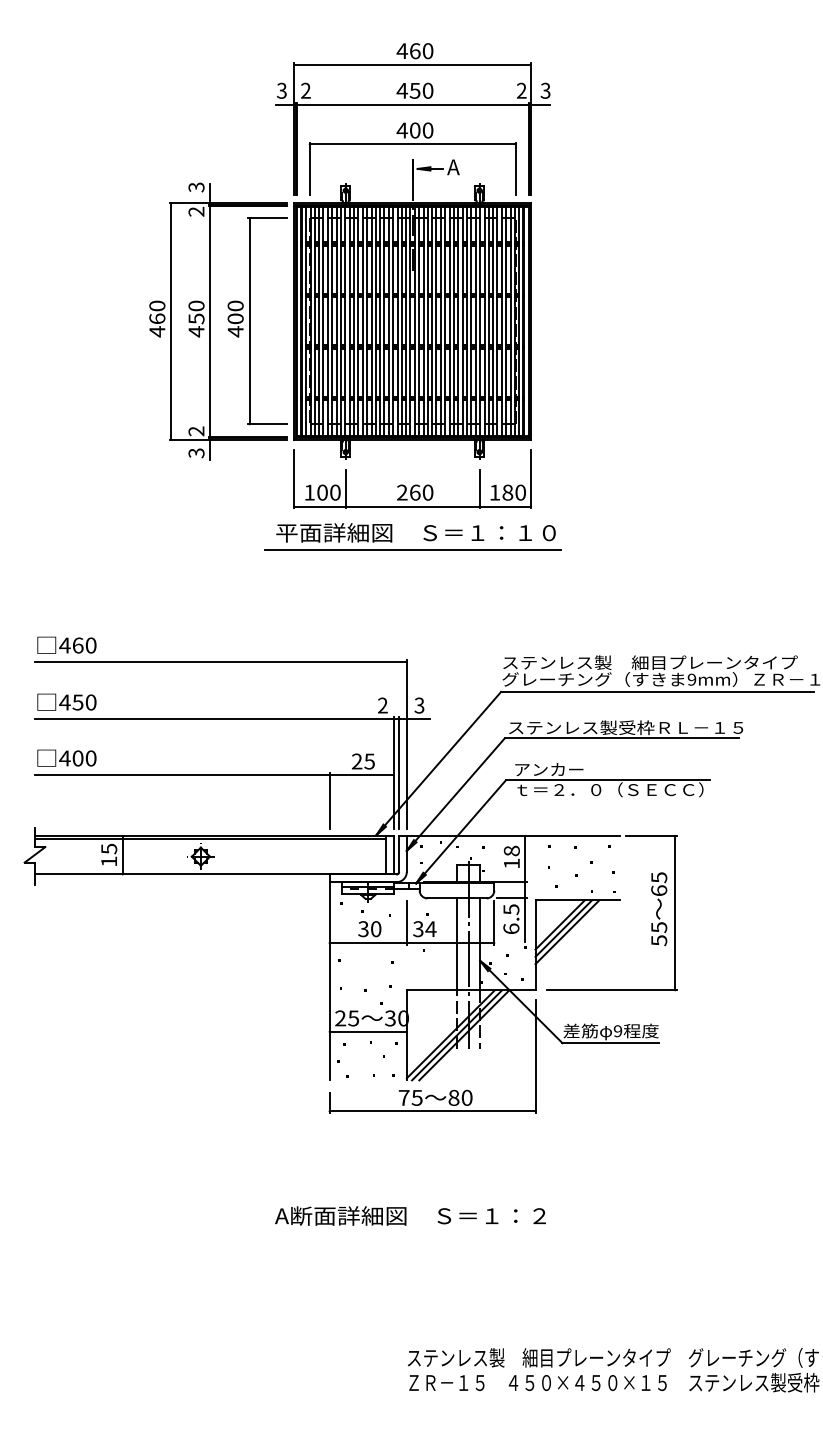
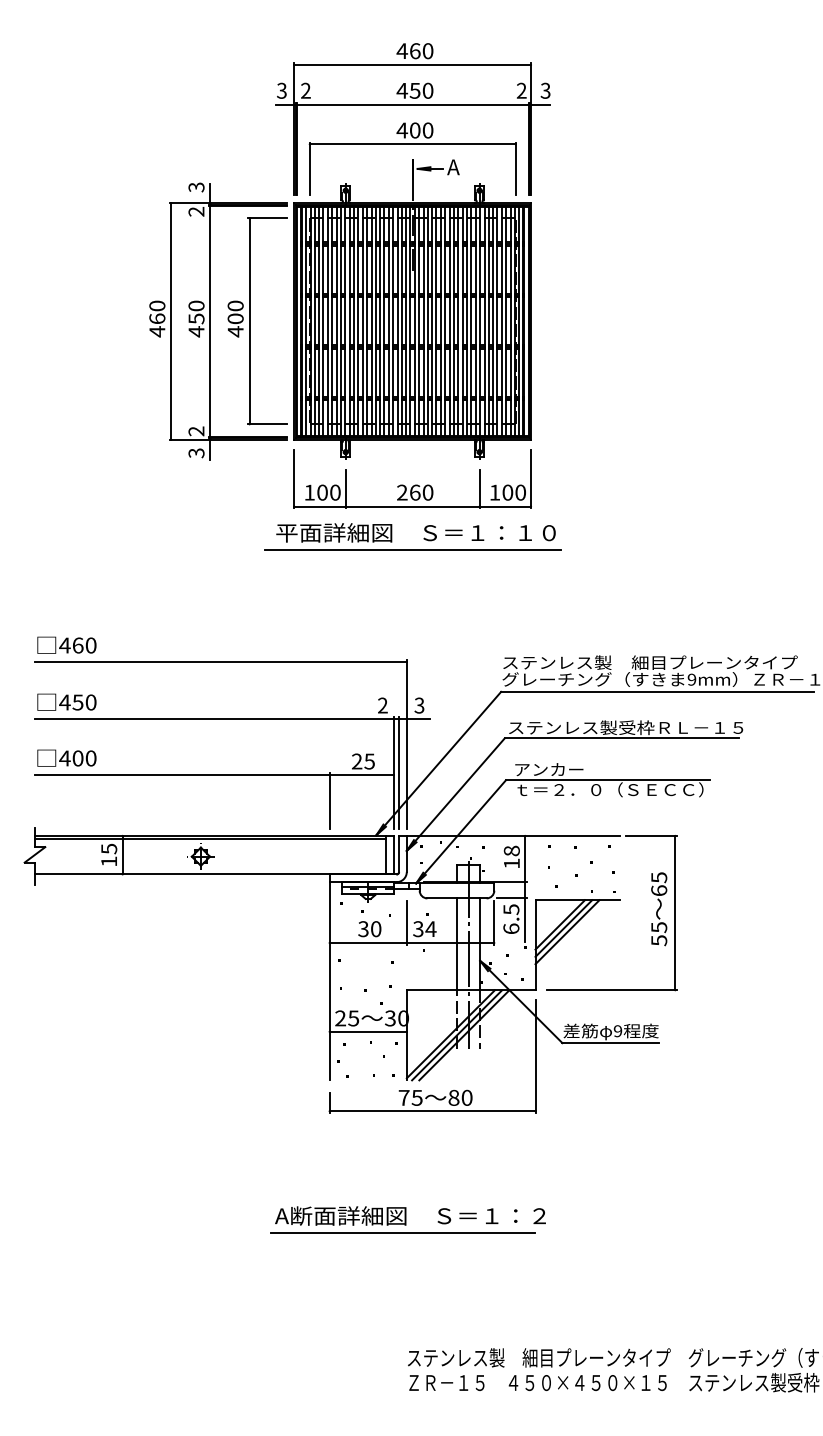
text at (507, 492): 180 -> 100
line at (402, 1233): none -> present
